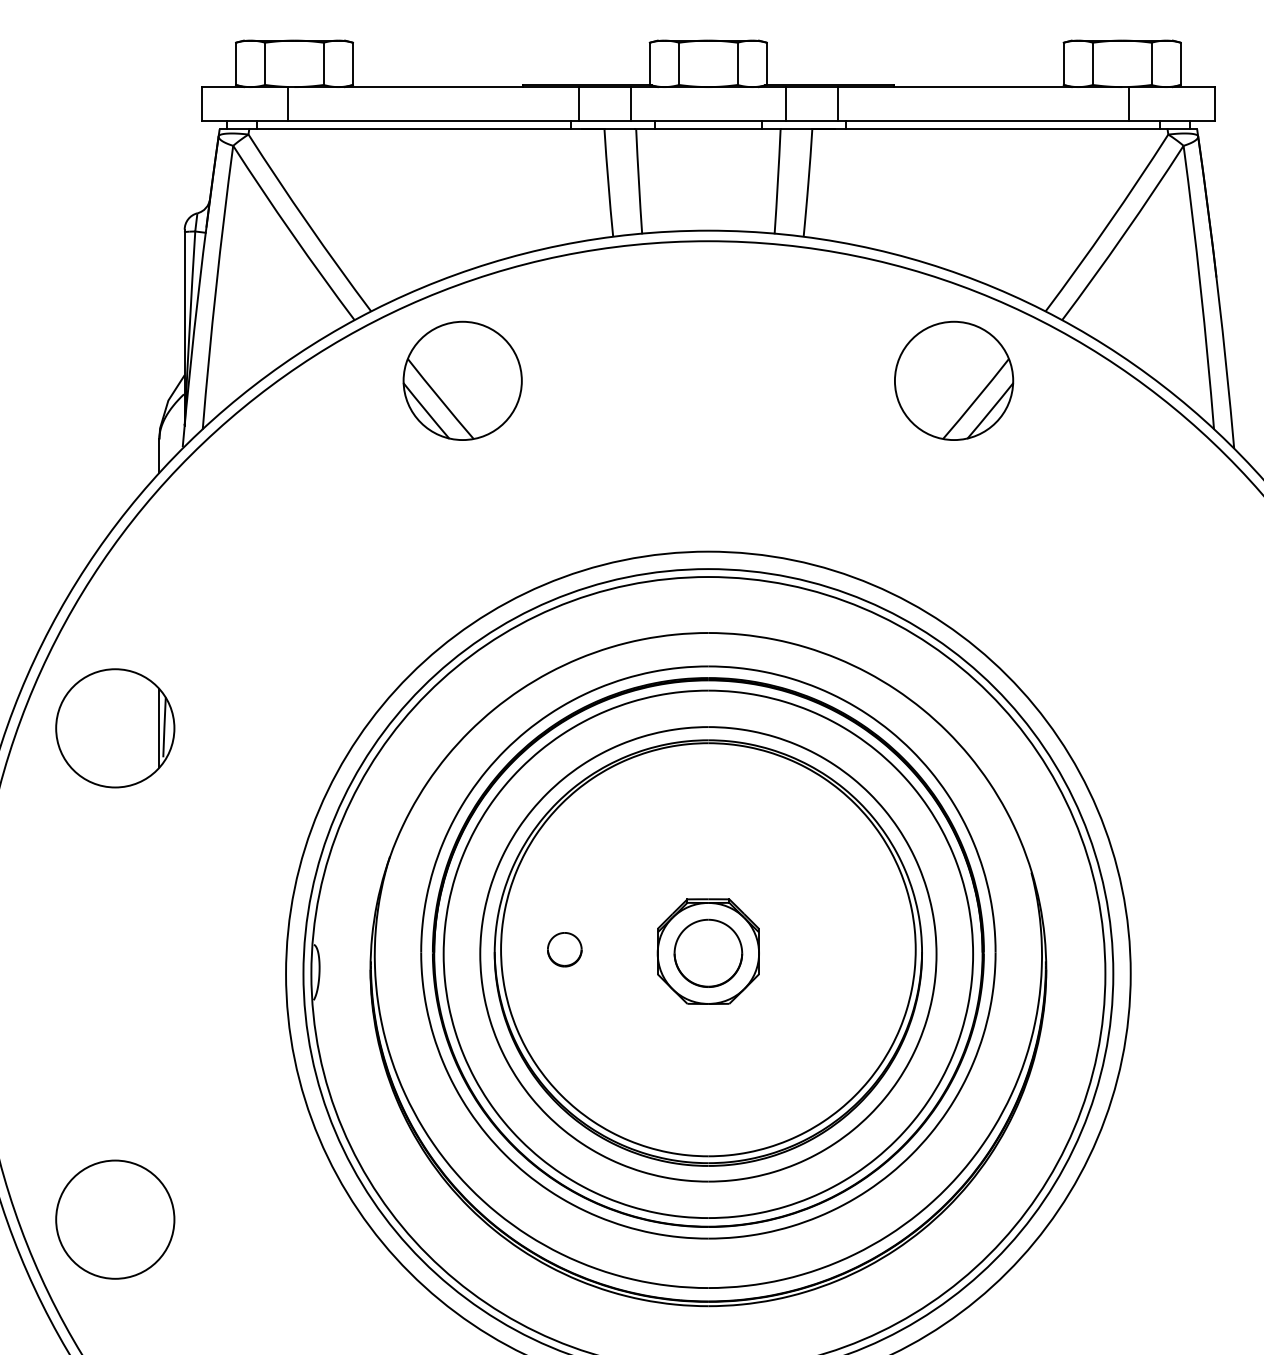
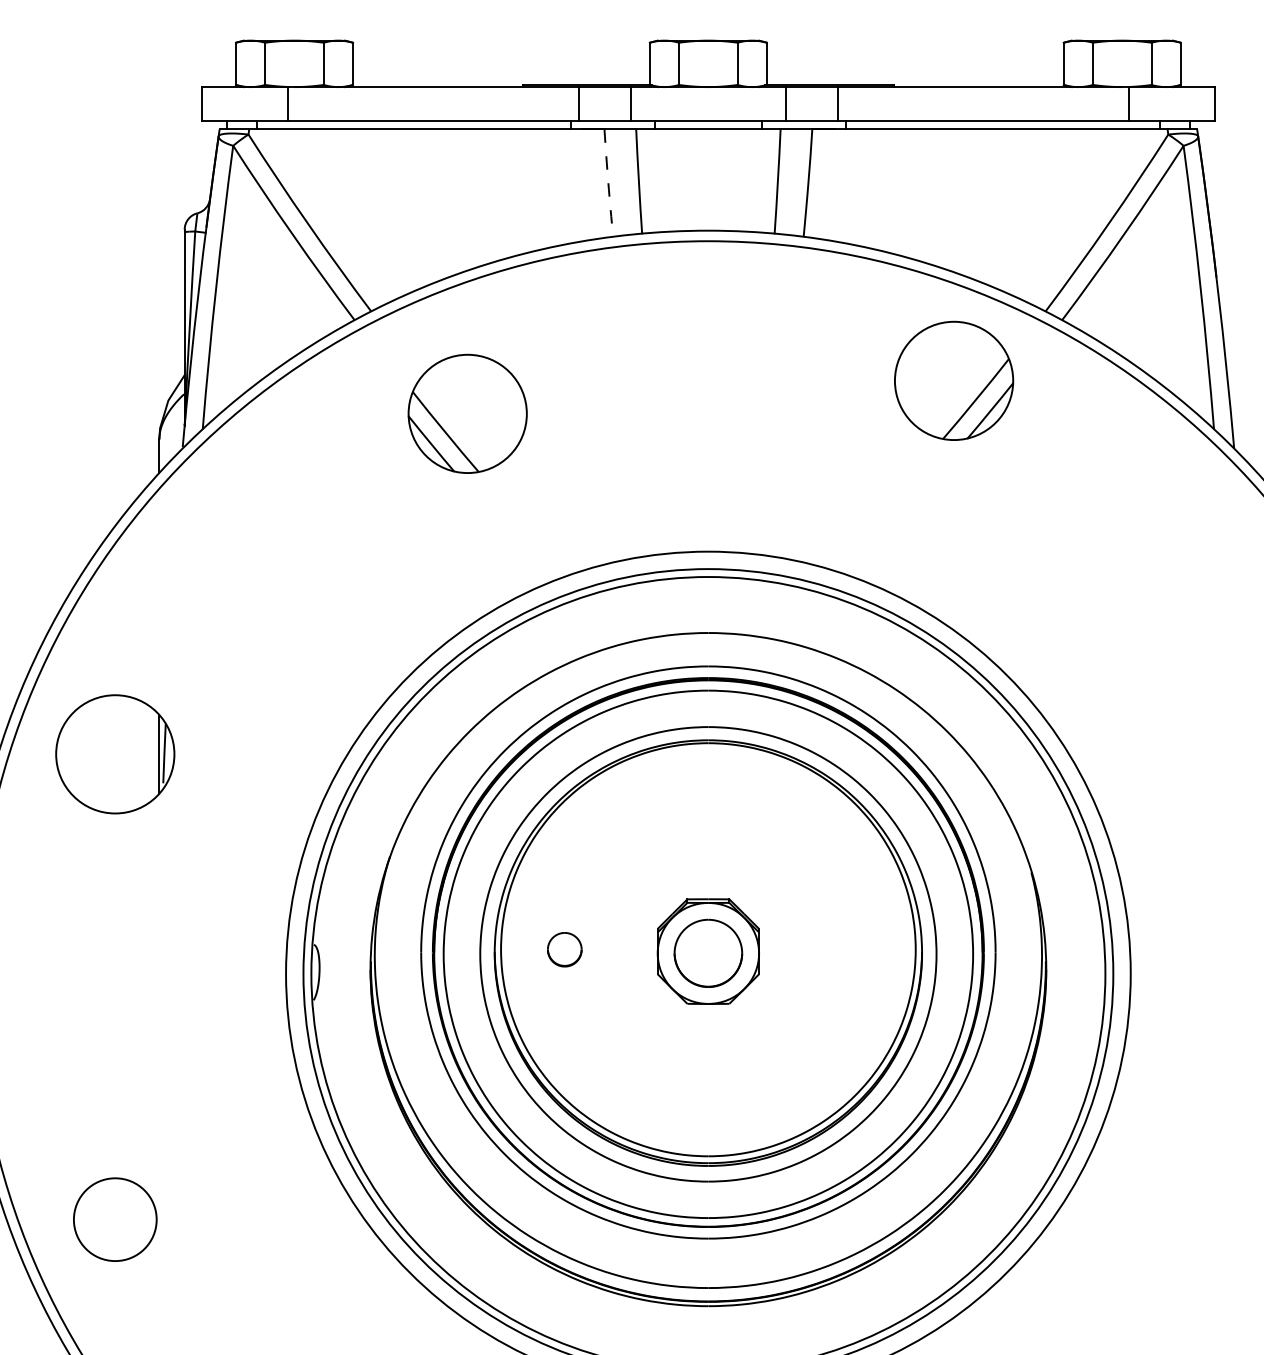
arc at (608, 183): solid -> dashed
part at (462, 380) position: (462, 380) -> (467, 413)
part at (115, 728) position: (115, 728) -> (115, 754)
circle at (115, 1219) diameter: 118 px -> 83 px
